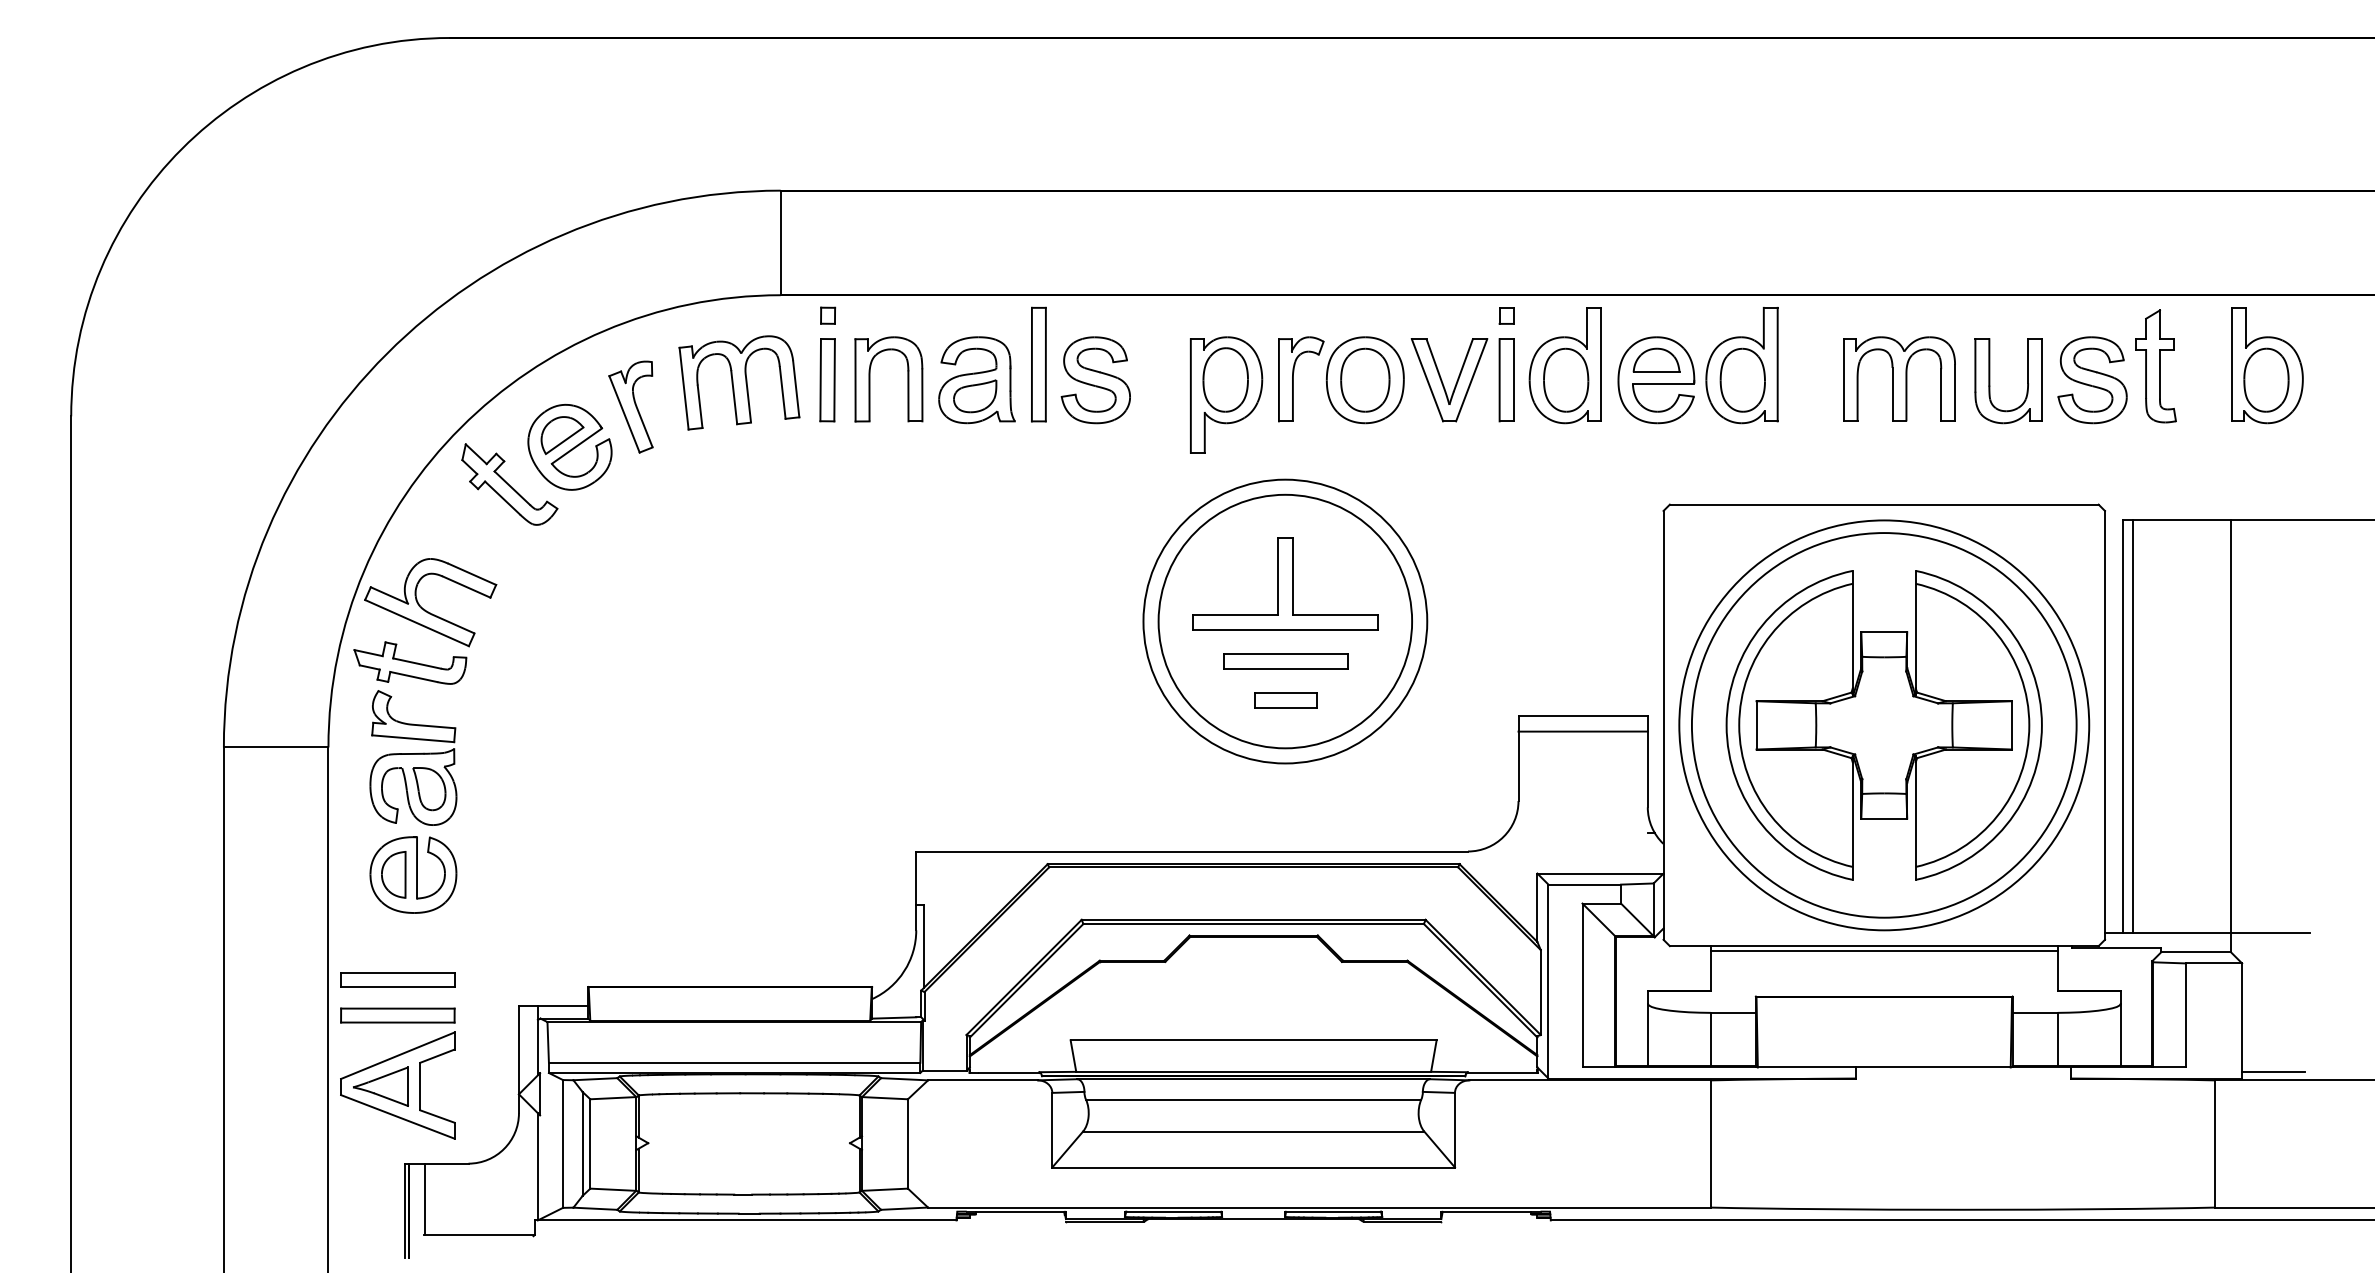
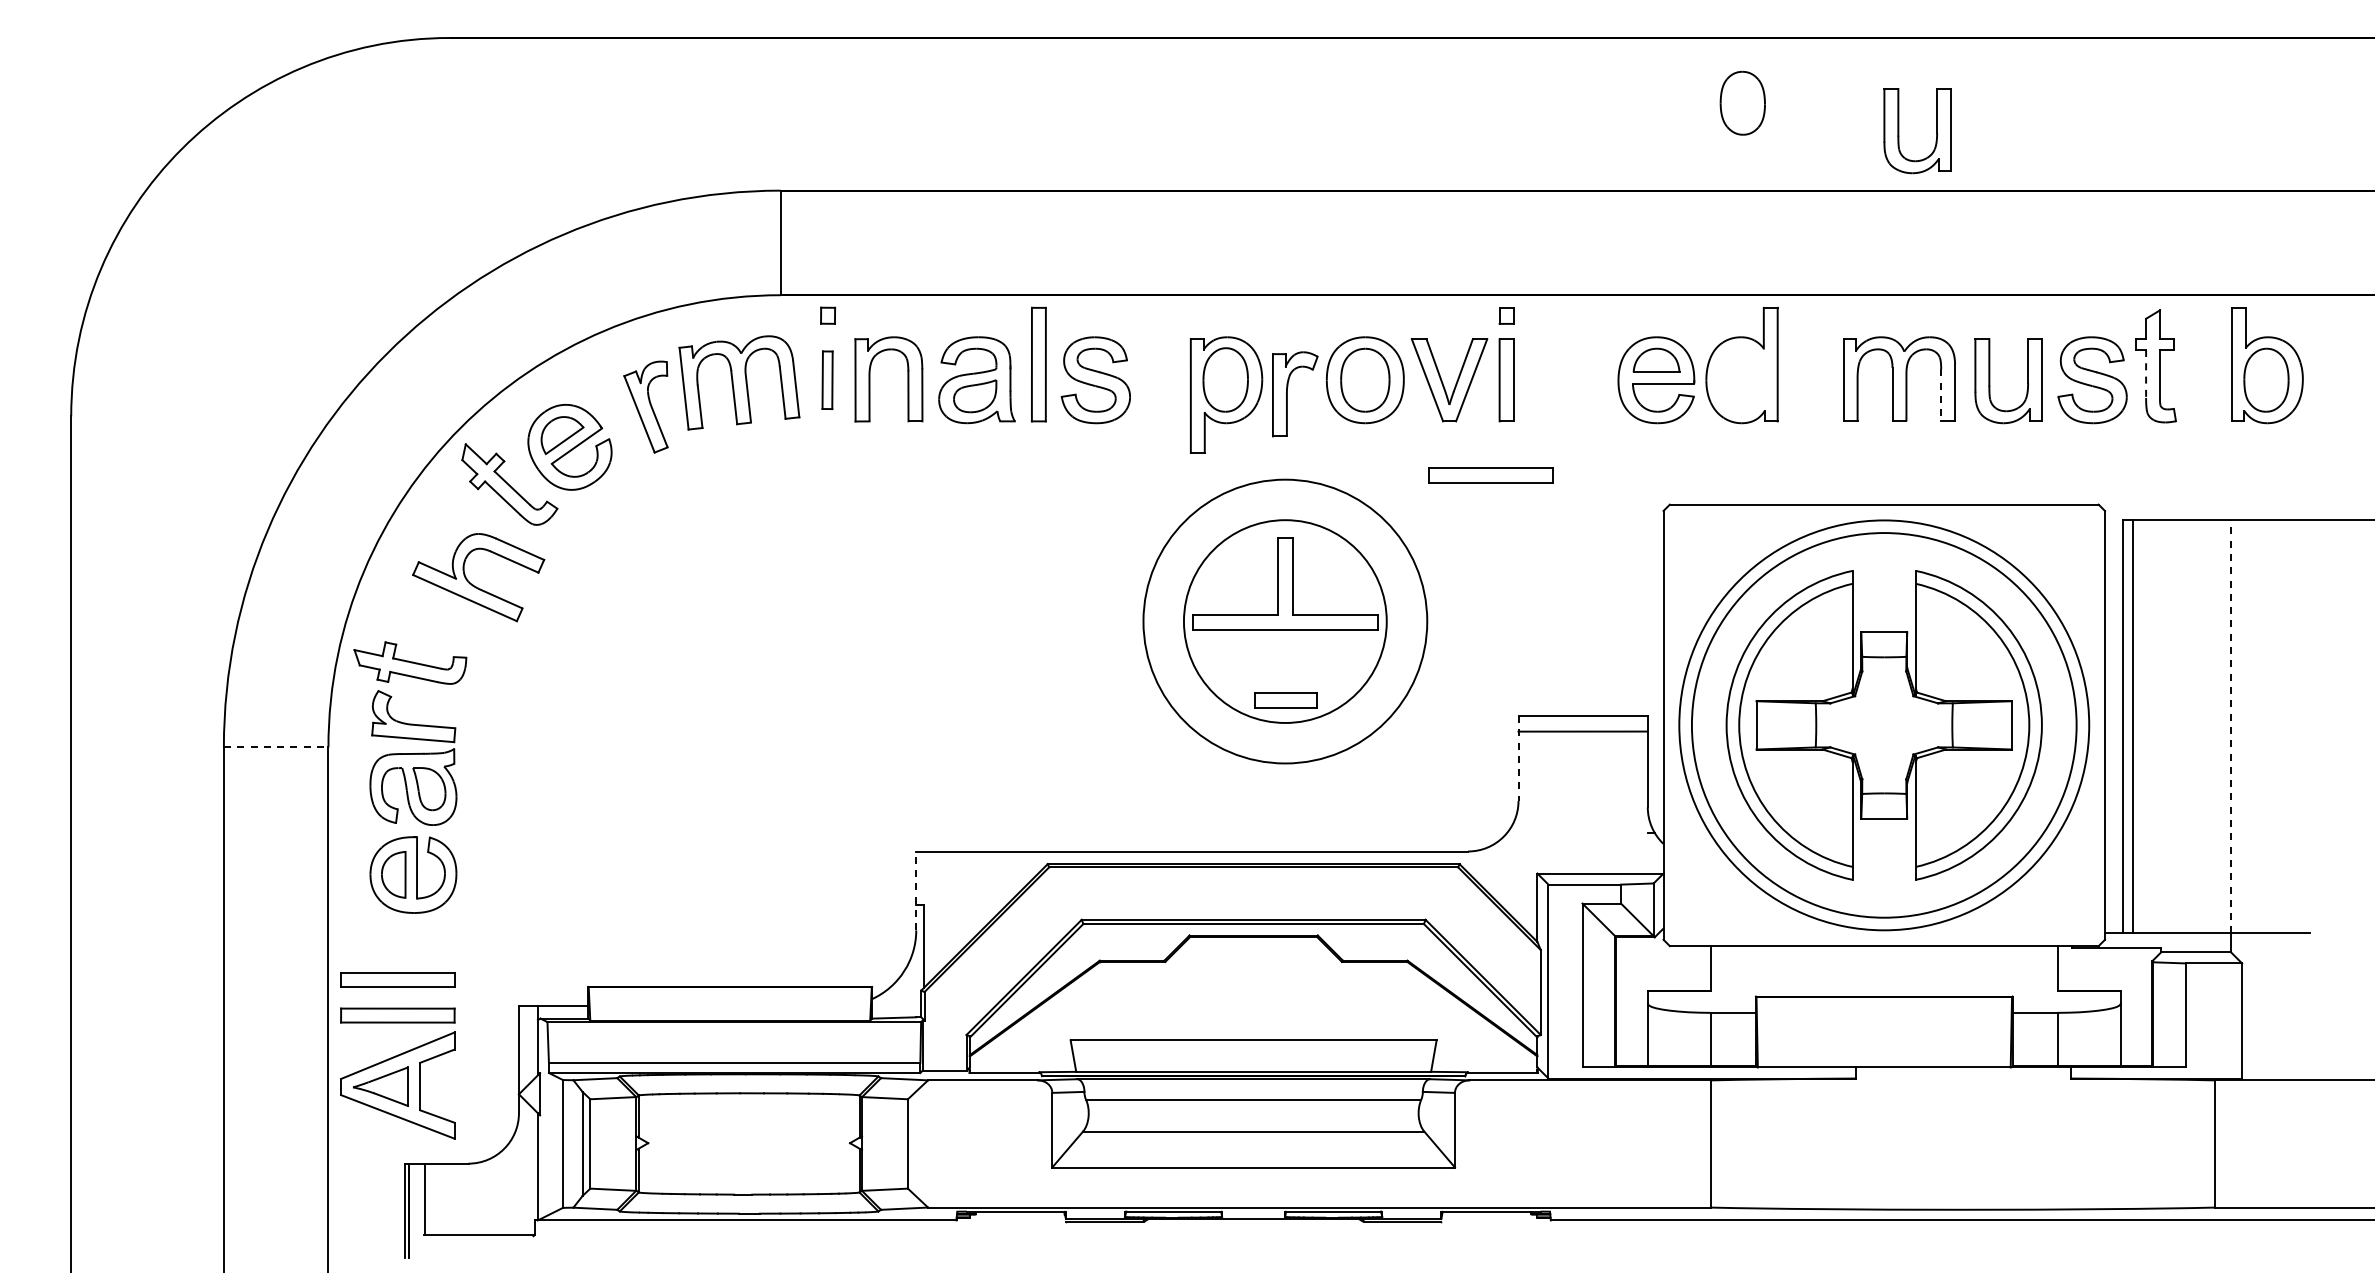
part at (1899, 131): none -> present
part at (1564, 365): present -> none
line at (2146, 374): solid -> dashed
part at (1293, 379) position: (1293, 379) -> (1287, 394)
part at (1742, 379) position: (1742, 379) -> (1742, 102)
part at (827, 380) size: 17x85 px -> 13x60 px
line at (1941, 395): solid -> dashed
part at (630, 406) position: (630, 406) -> (645, 406)
part at (425, 609) position: (425, 609) -> (473, 584)
circle at (1285, 621) diameter: 254 px -> 203 px
part at (1285, 661) position: (1285, 661) -> (1490, 475)
line at (2230, 726): solid -> dashed
line at (276, 747): solid -> dashed
line at (1518, 758): solid -> dashed
line at (916, 890): solid -> dashed
line at (1883, 951): present -> none
line at (2273, 1071): present -> none
